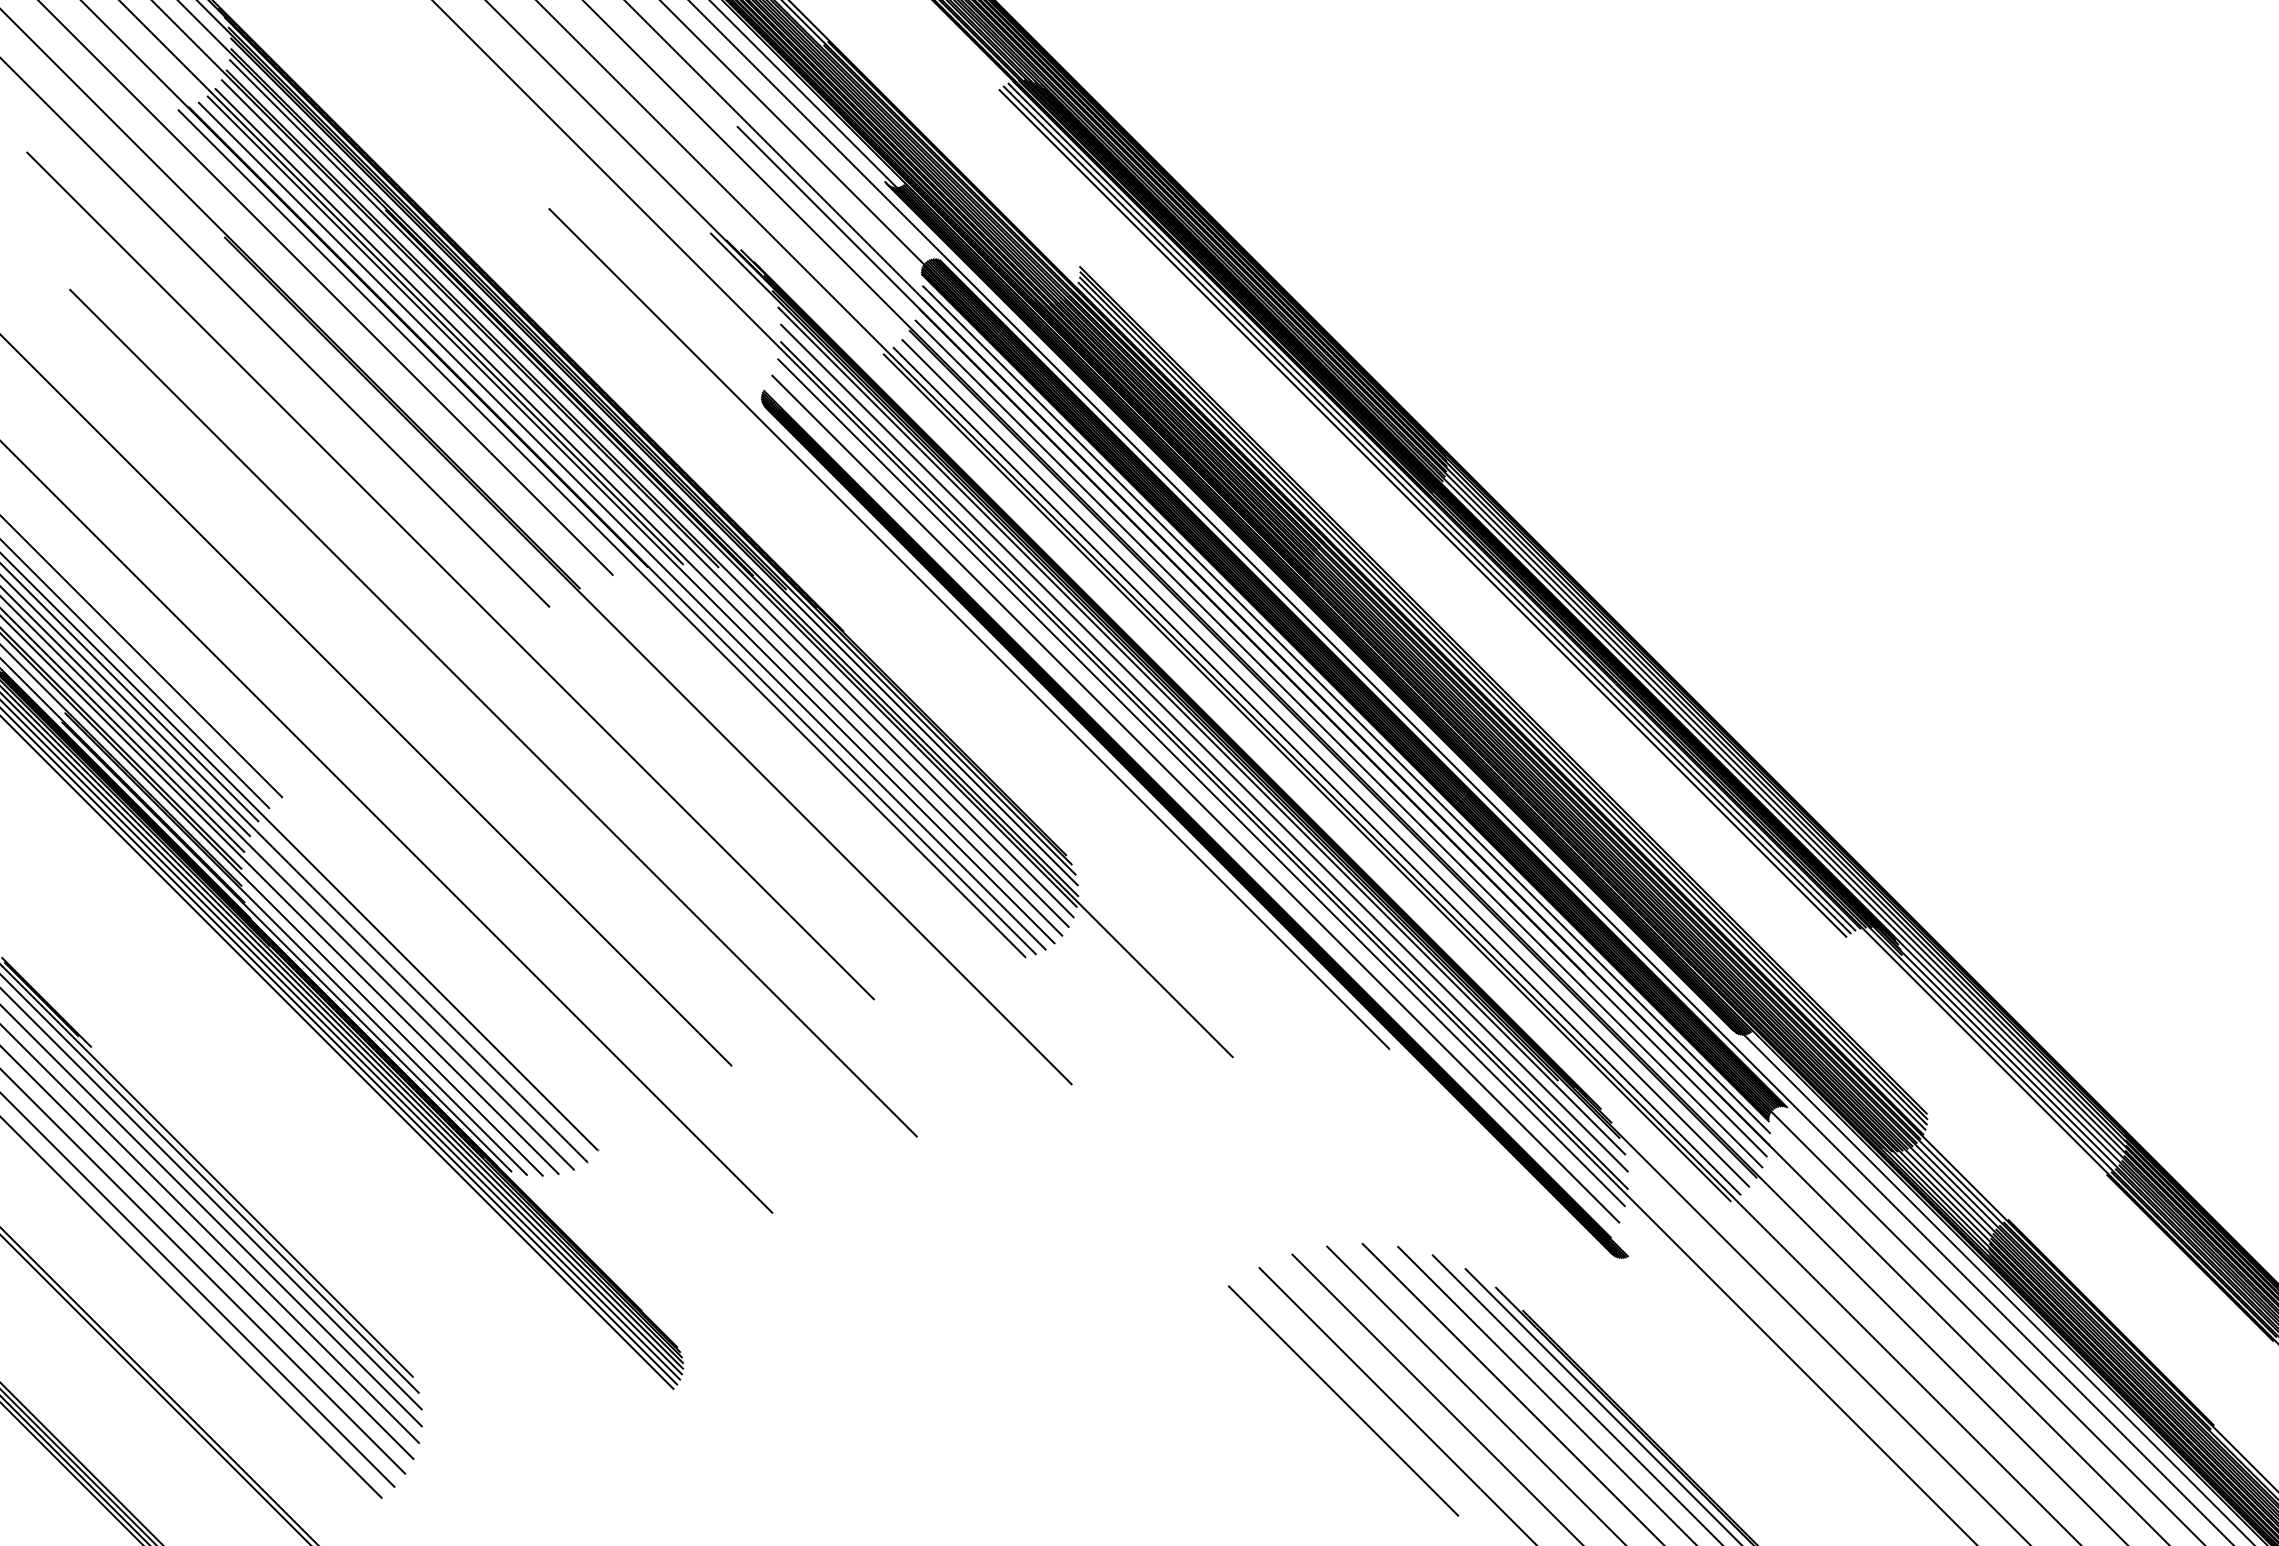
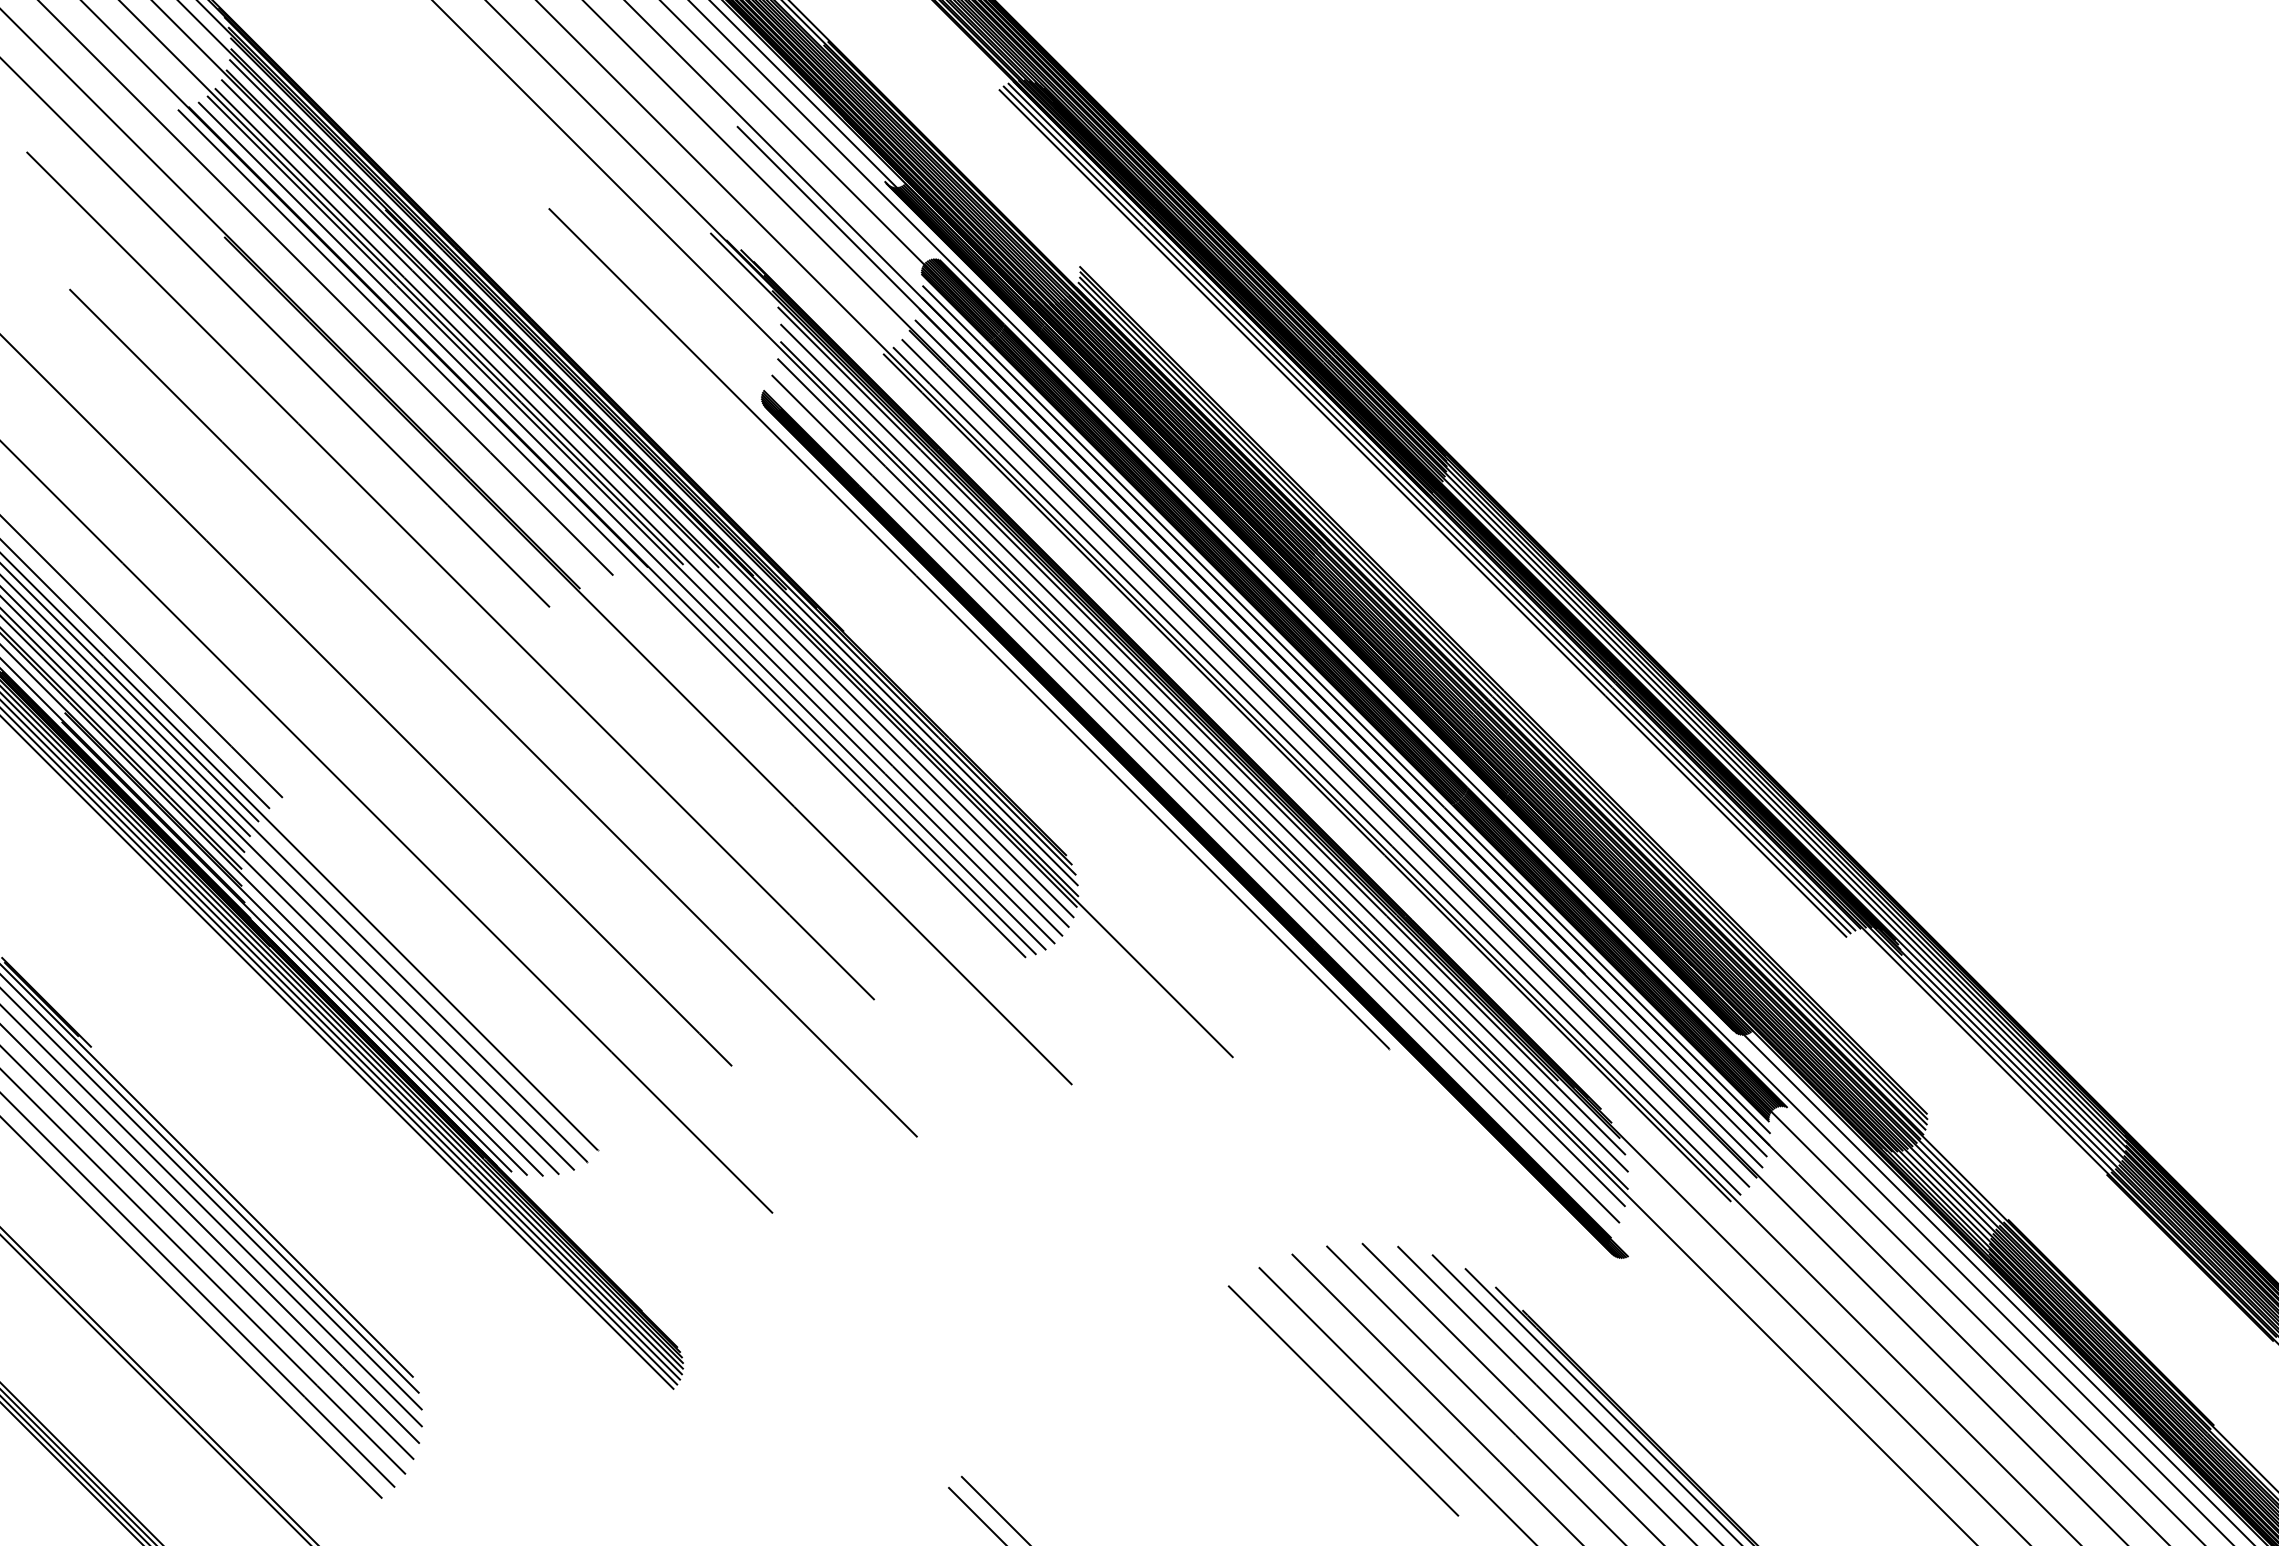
line at (994, 1509): none -> present
line at (975, 1514): none -> present
